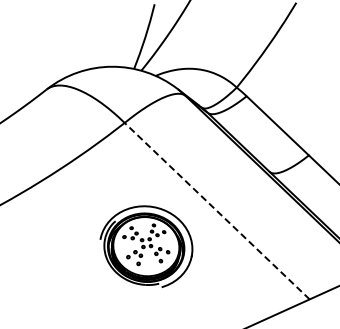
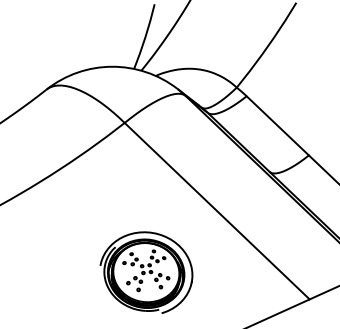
line at (217, 211): dashed -> solid
part at (146, 246) position: (146, 246) -> (146, 272)
